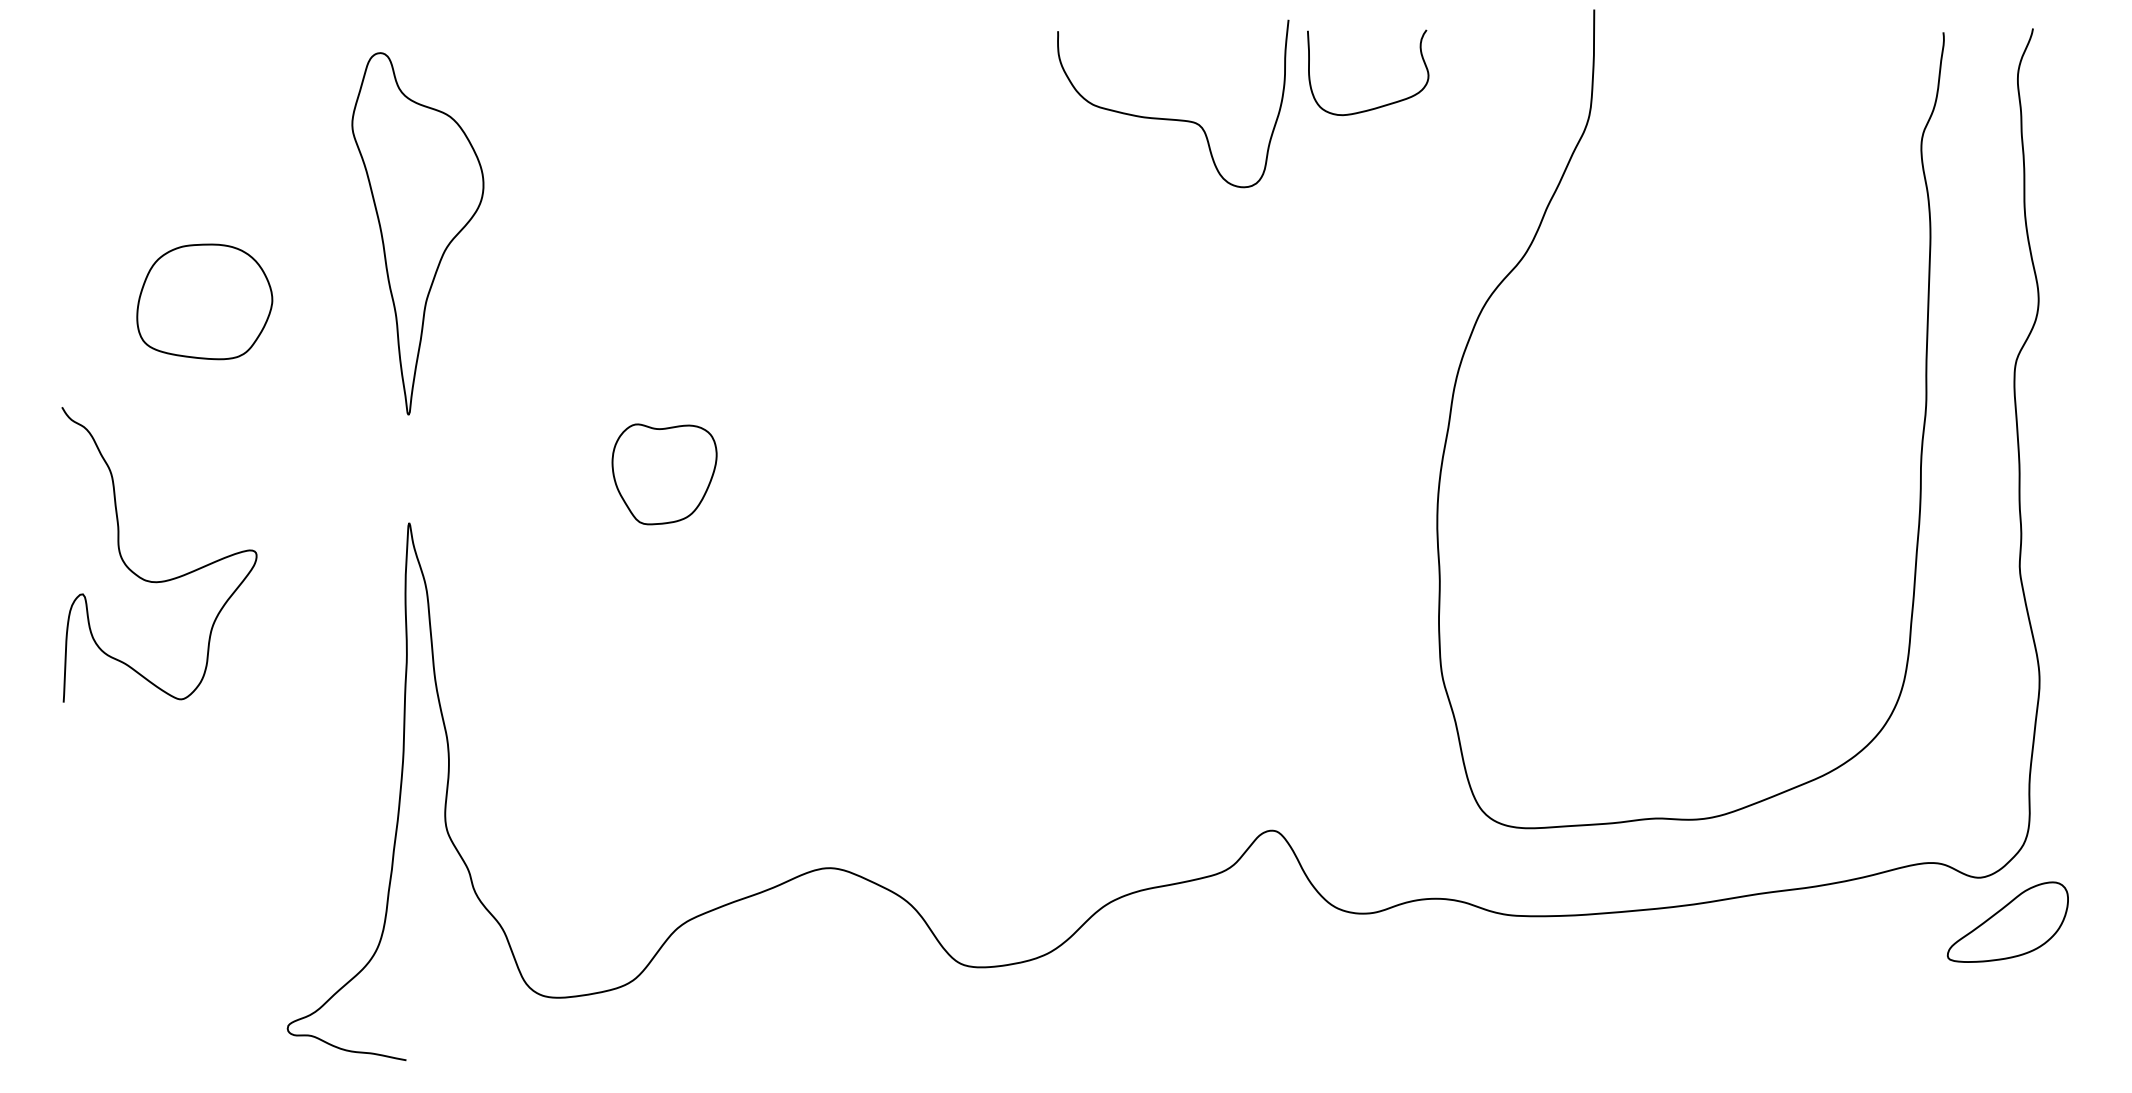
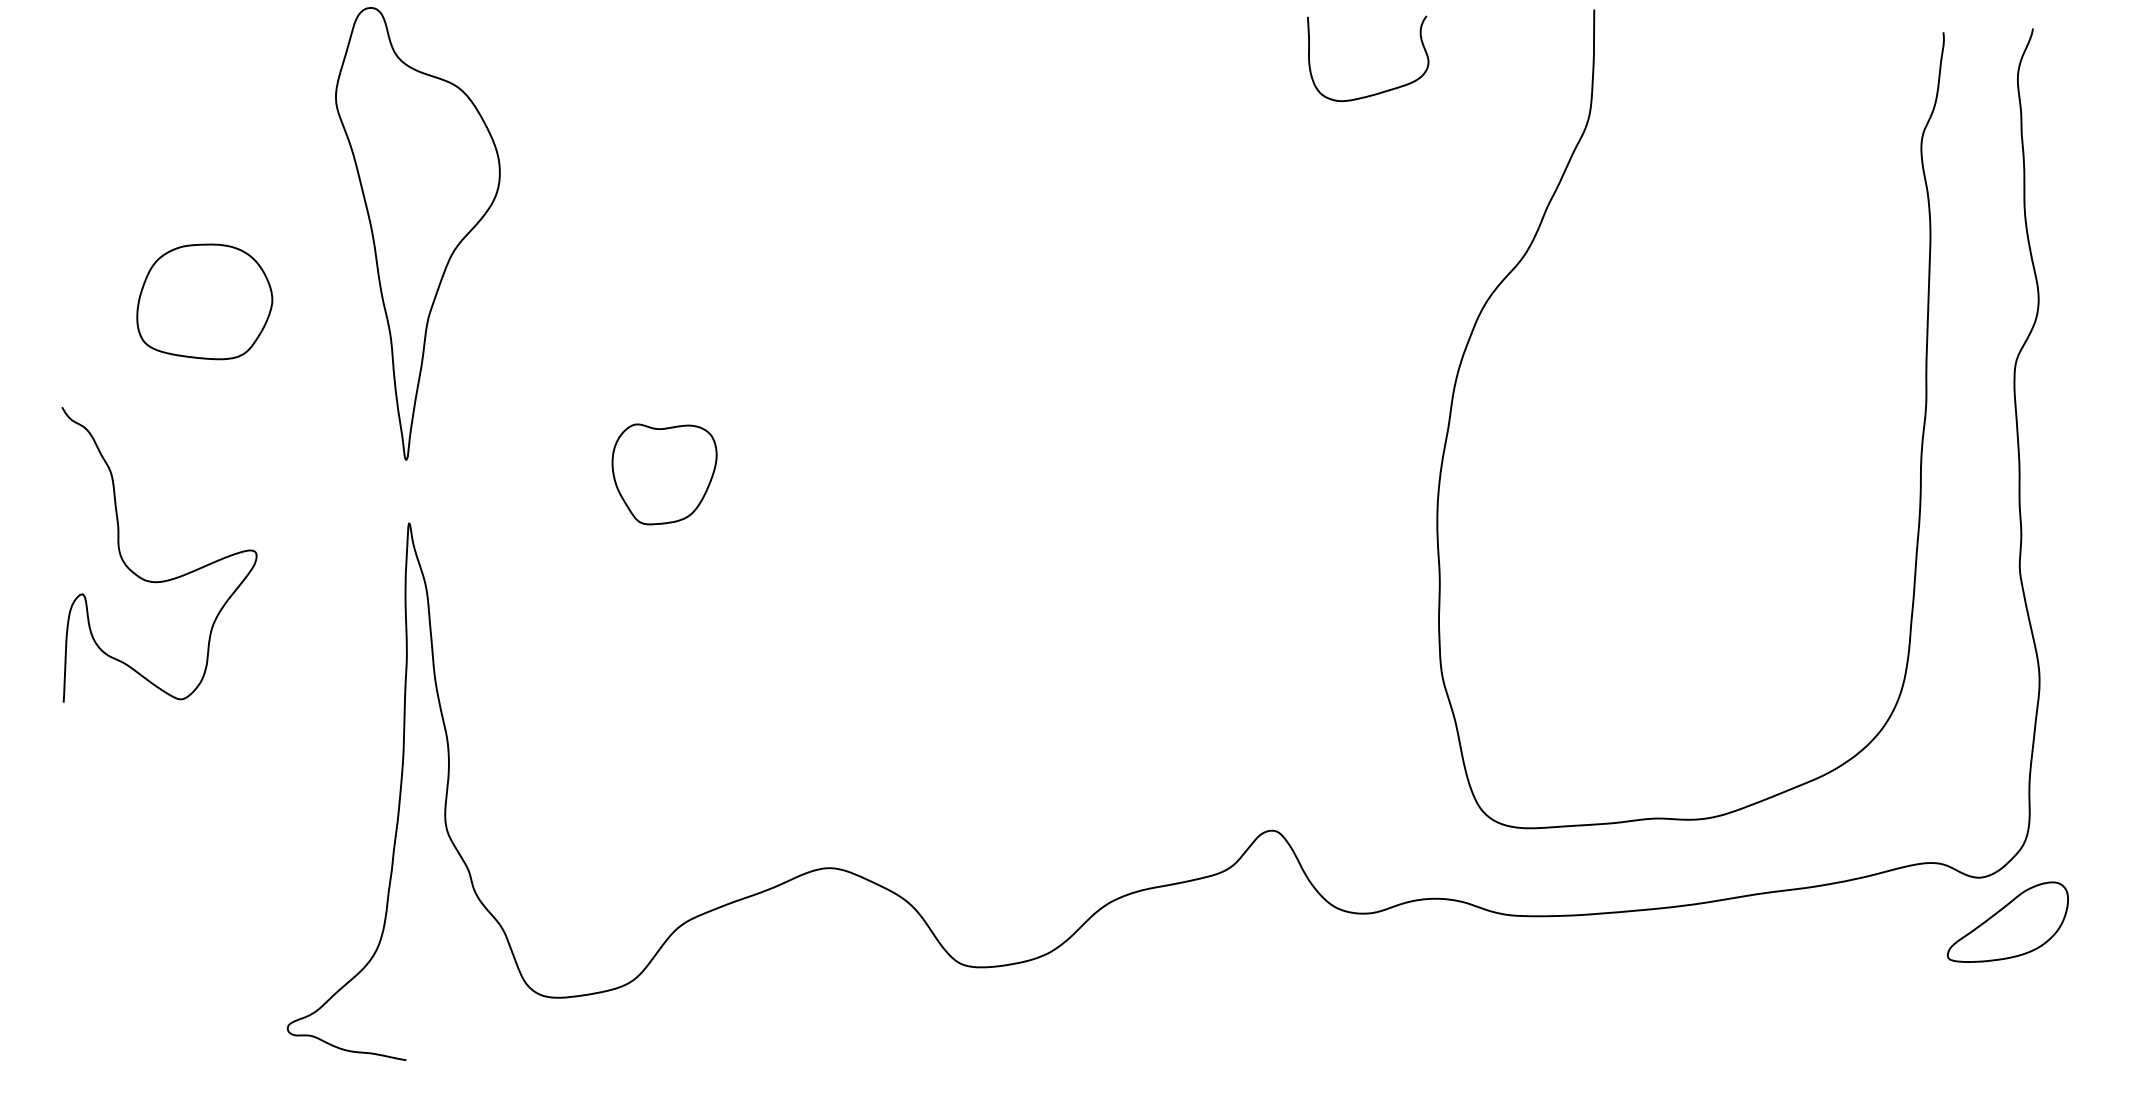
curve at (1378, 106) position: (1378, 106) -> (1378, 92)
curve at (1173, 118): present -> none
part at (417, 233) size: 134x364 px -> 166x454 px
